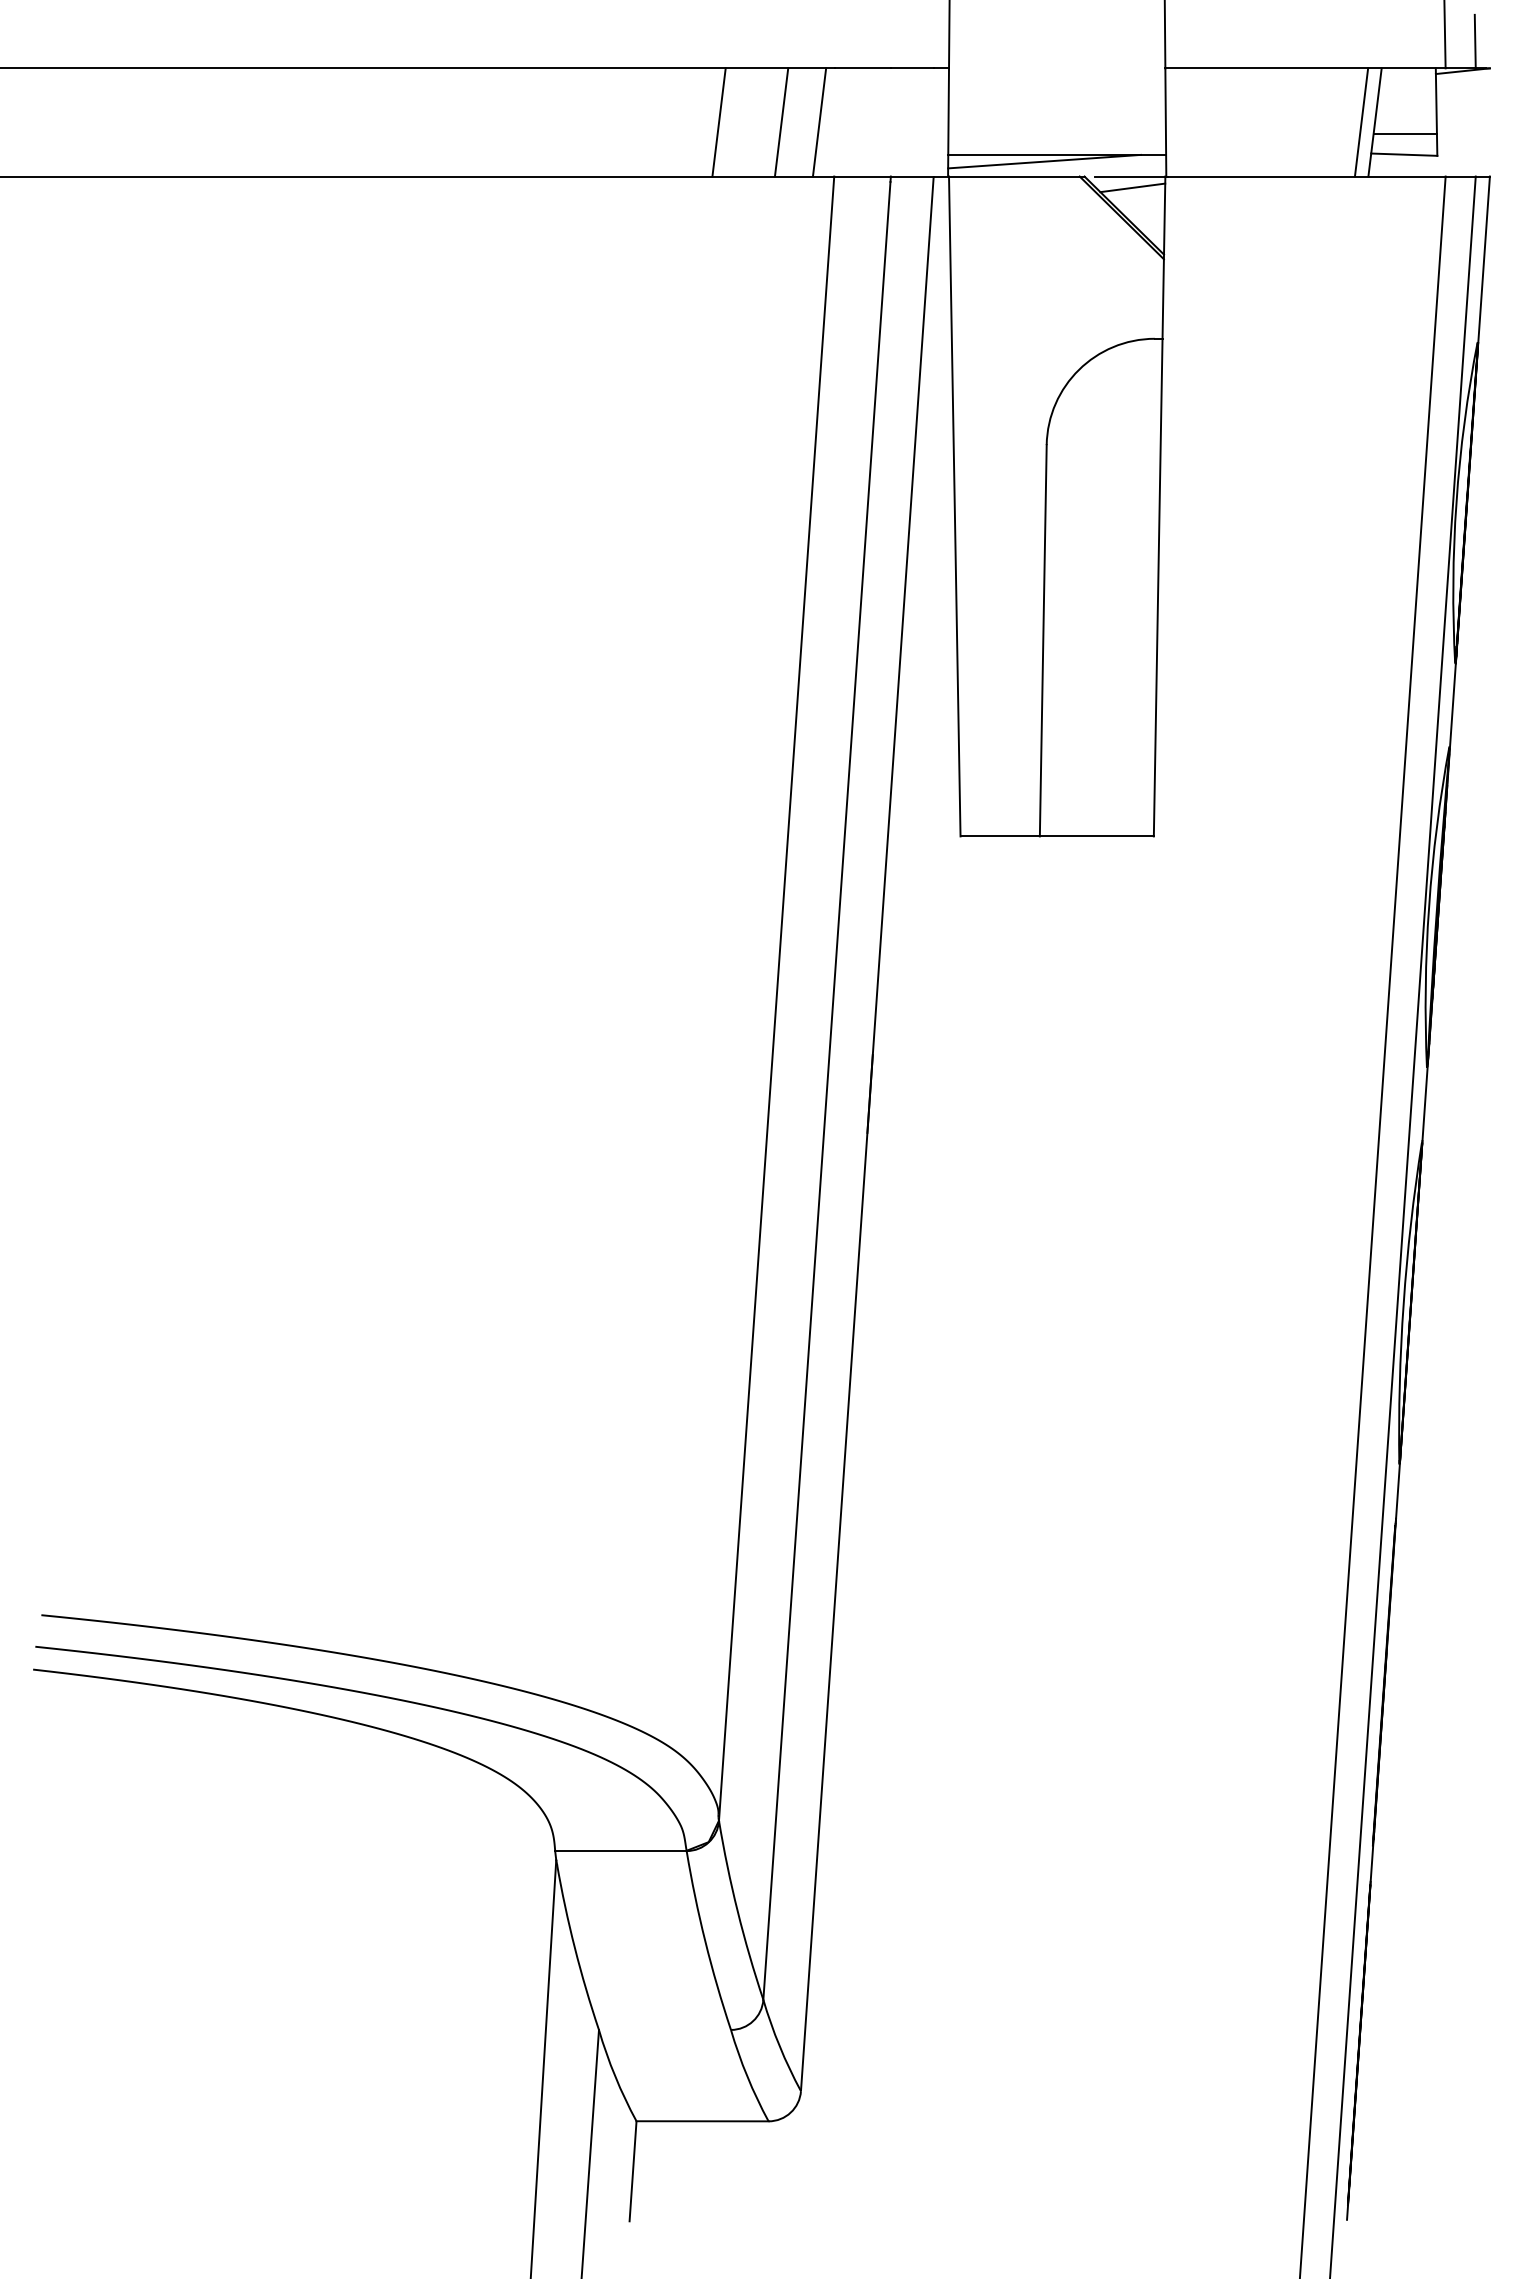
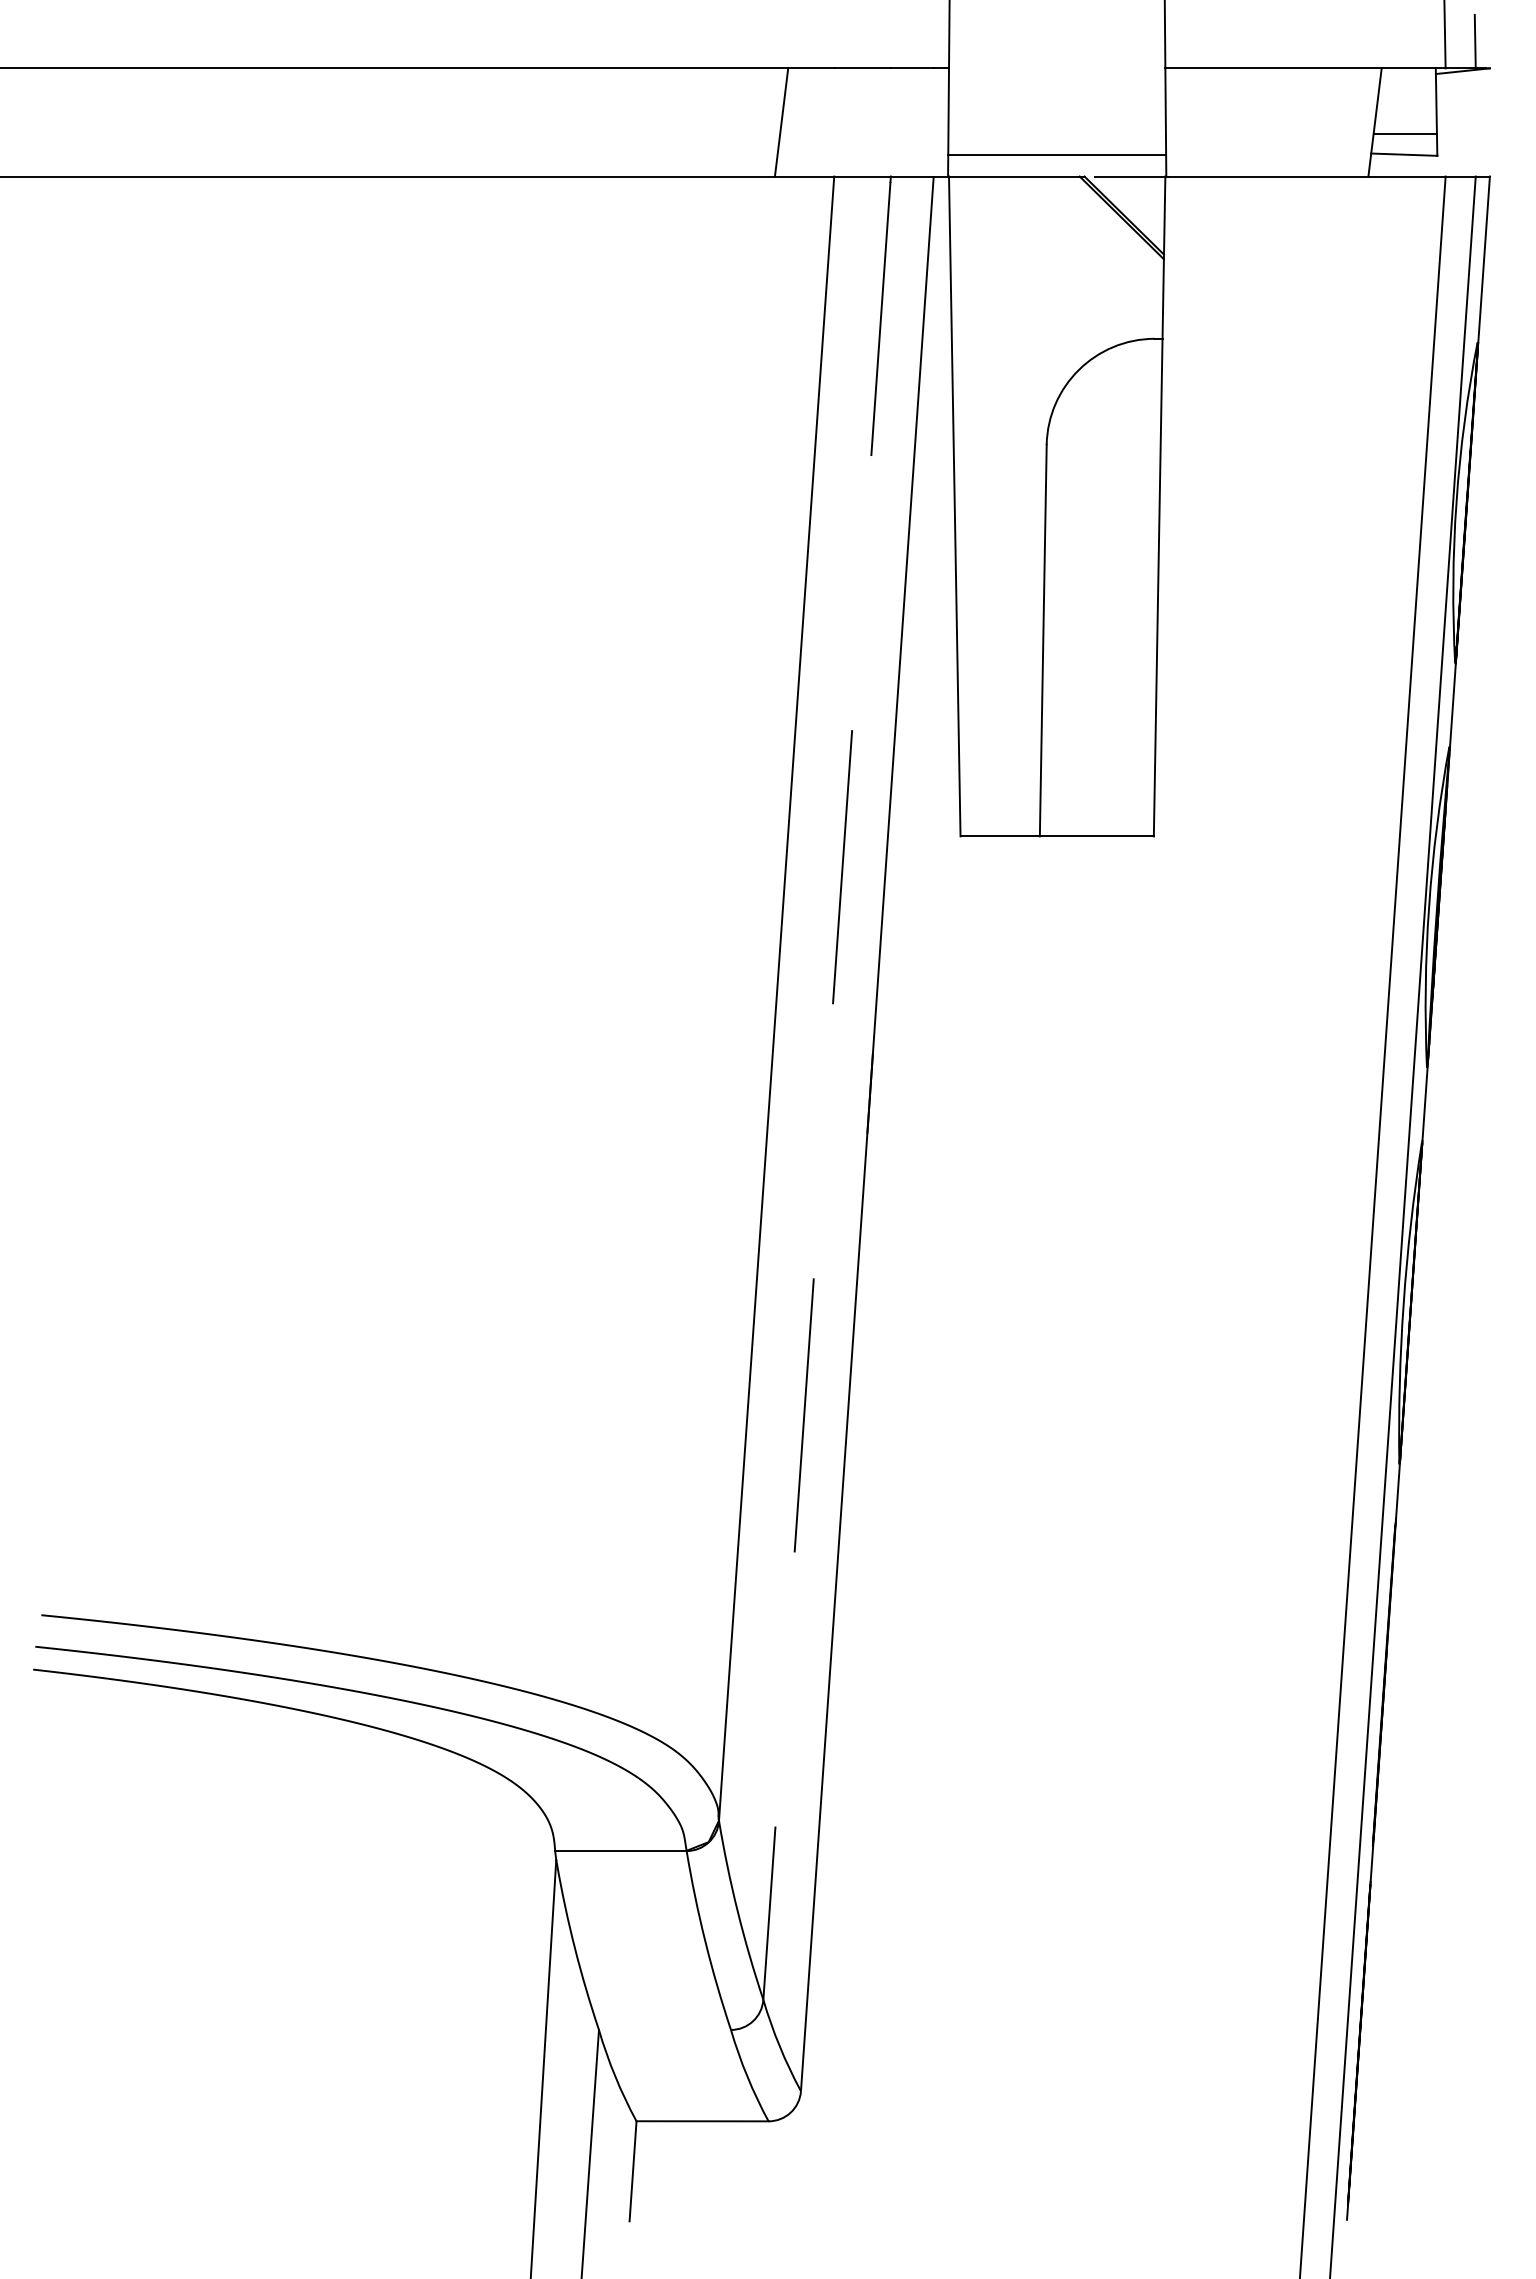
line at (718, 122): present -> none
line at (819, 122): present -> none
line at (1361, 122): present -> none
line at (1044, 161): present -> none
line at (1132, 187): present -> none
line at (826, 1091): solid -> dashed
